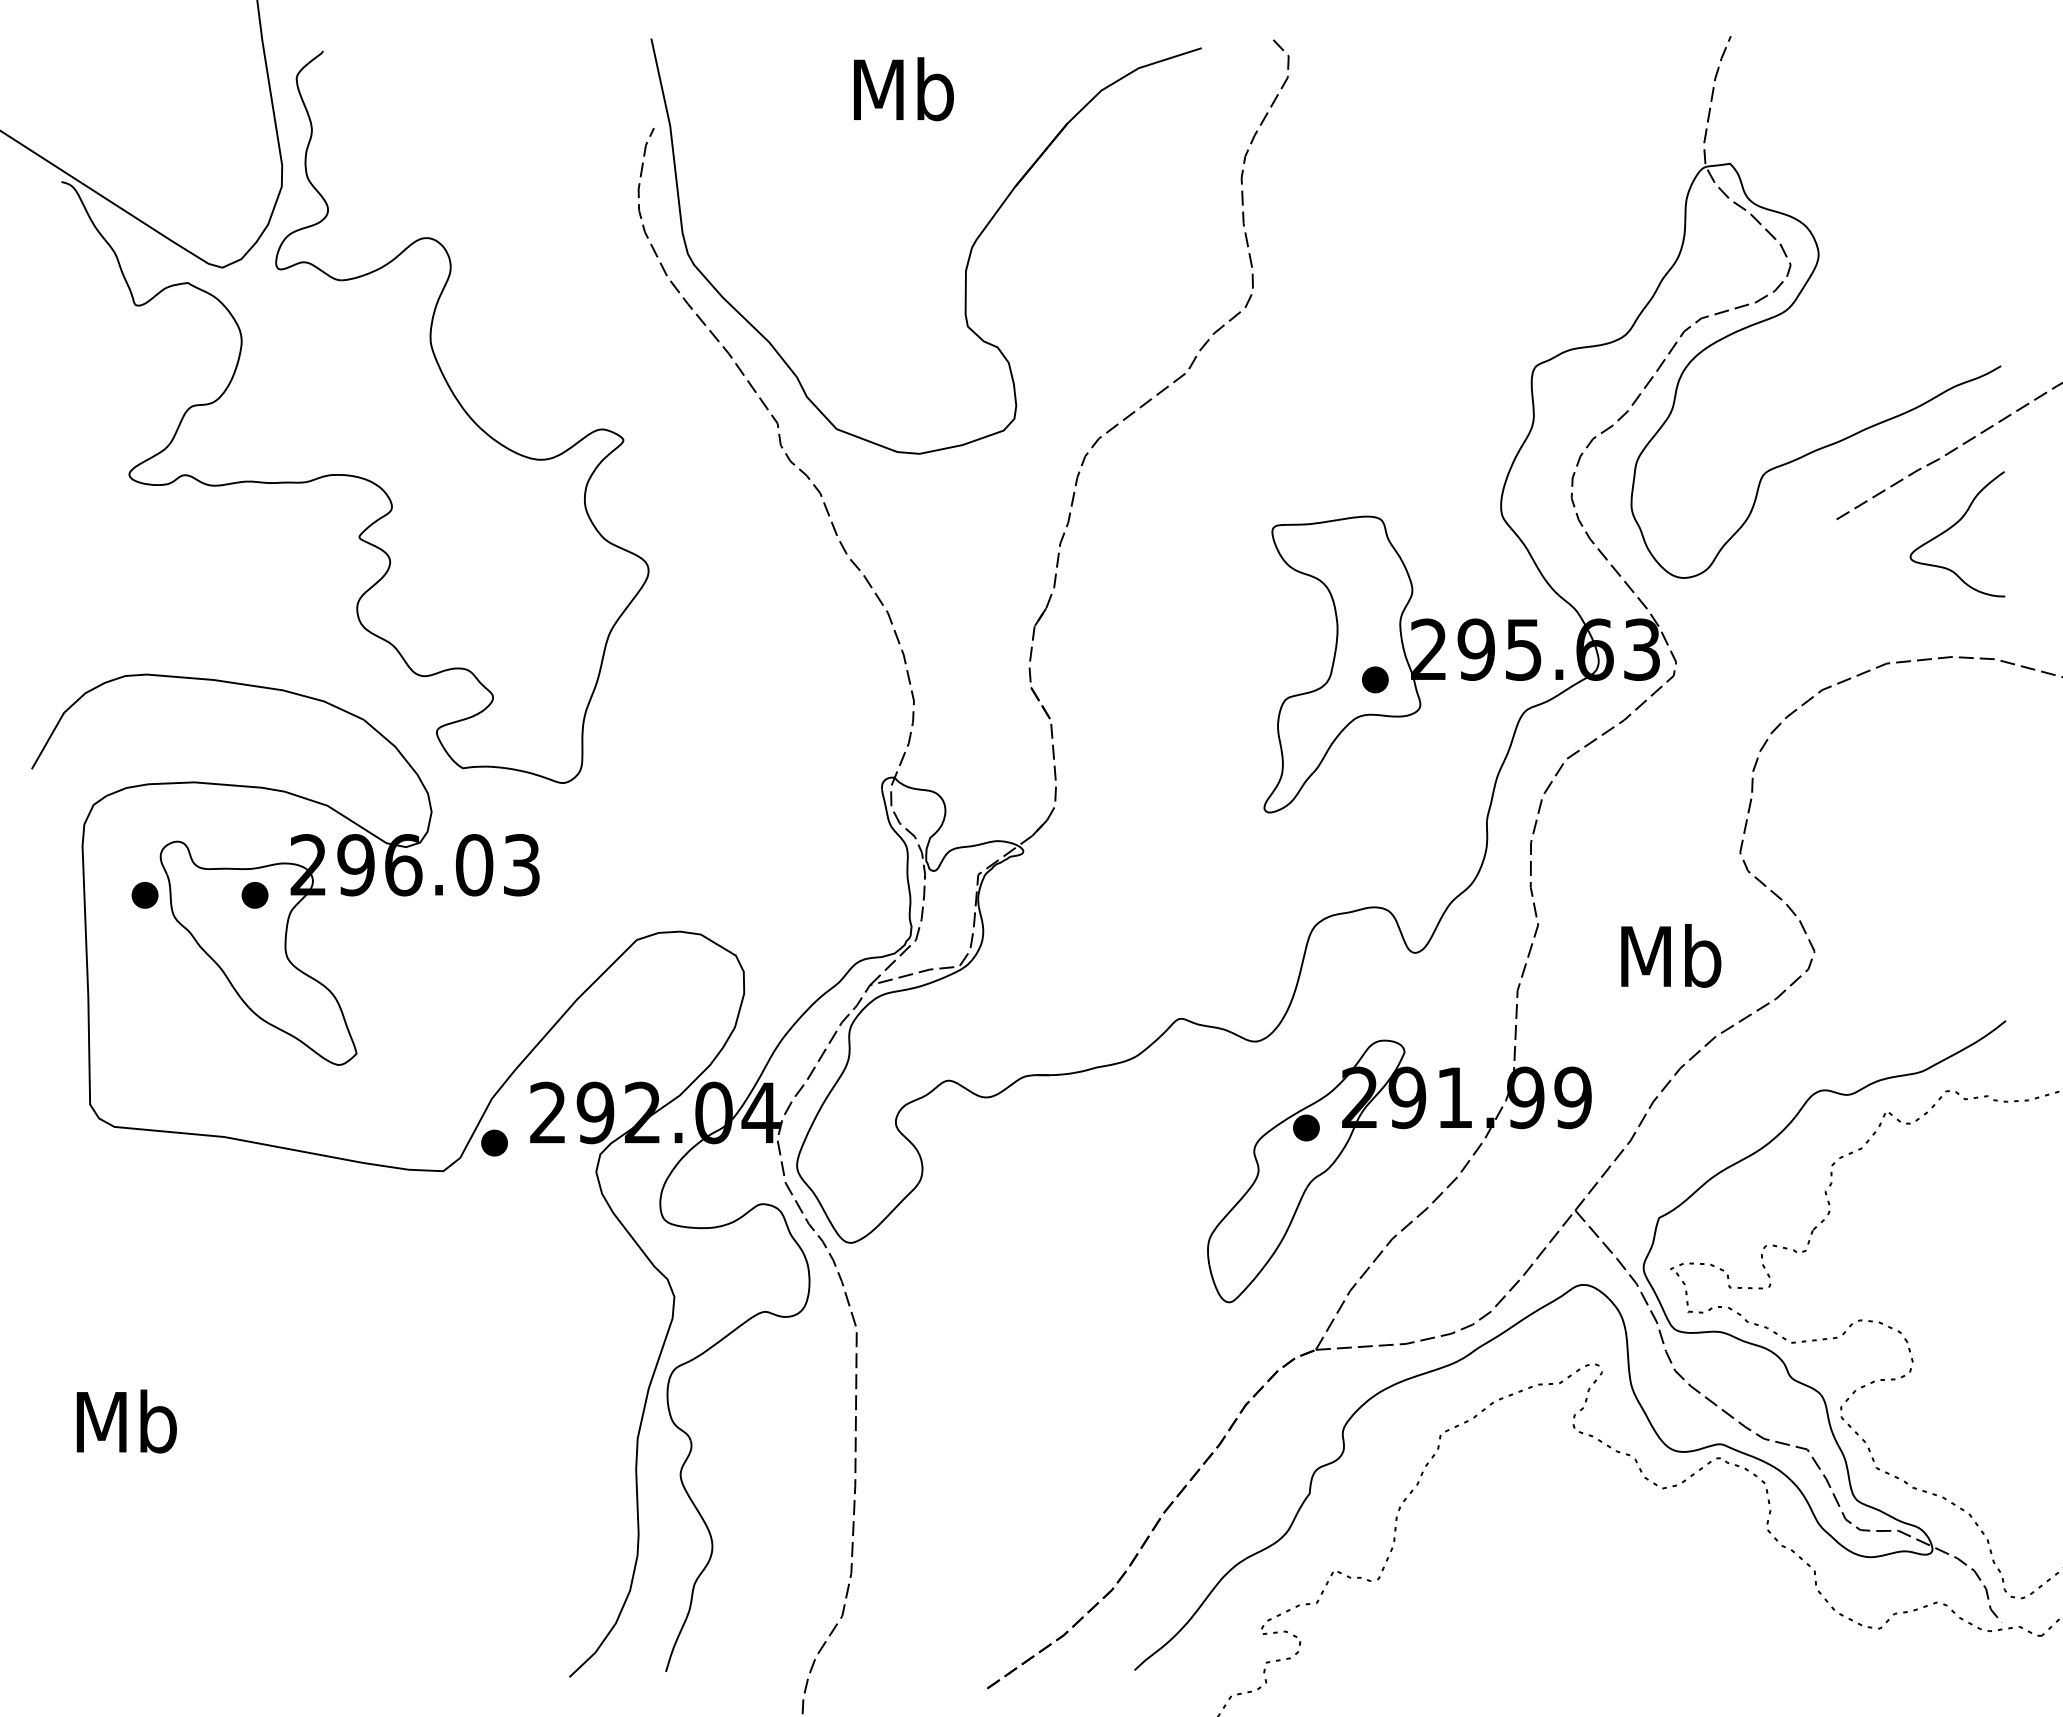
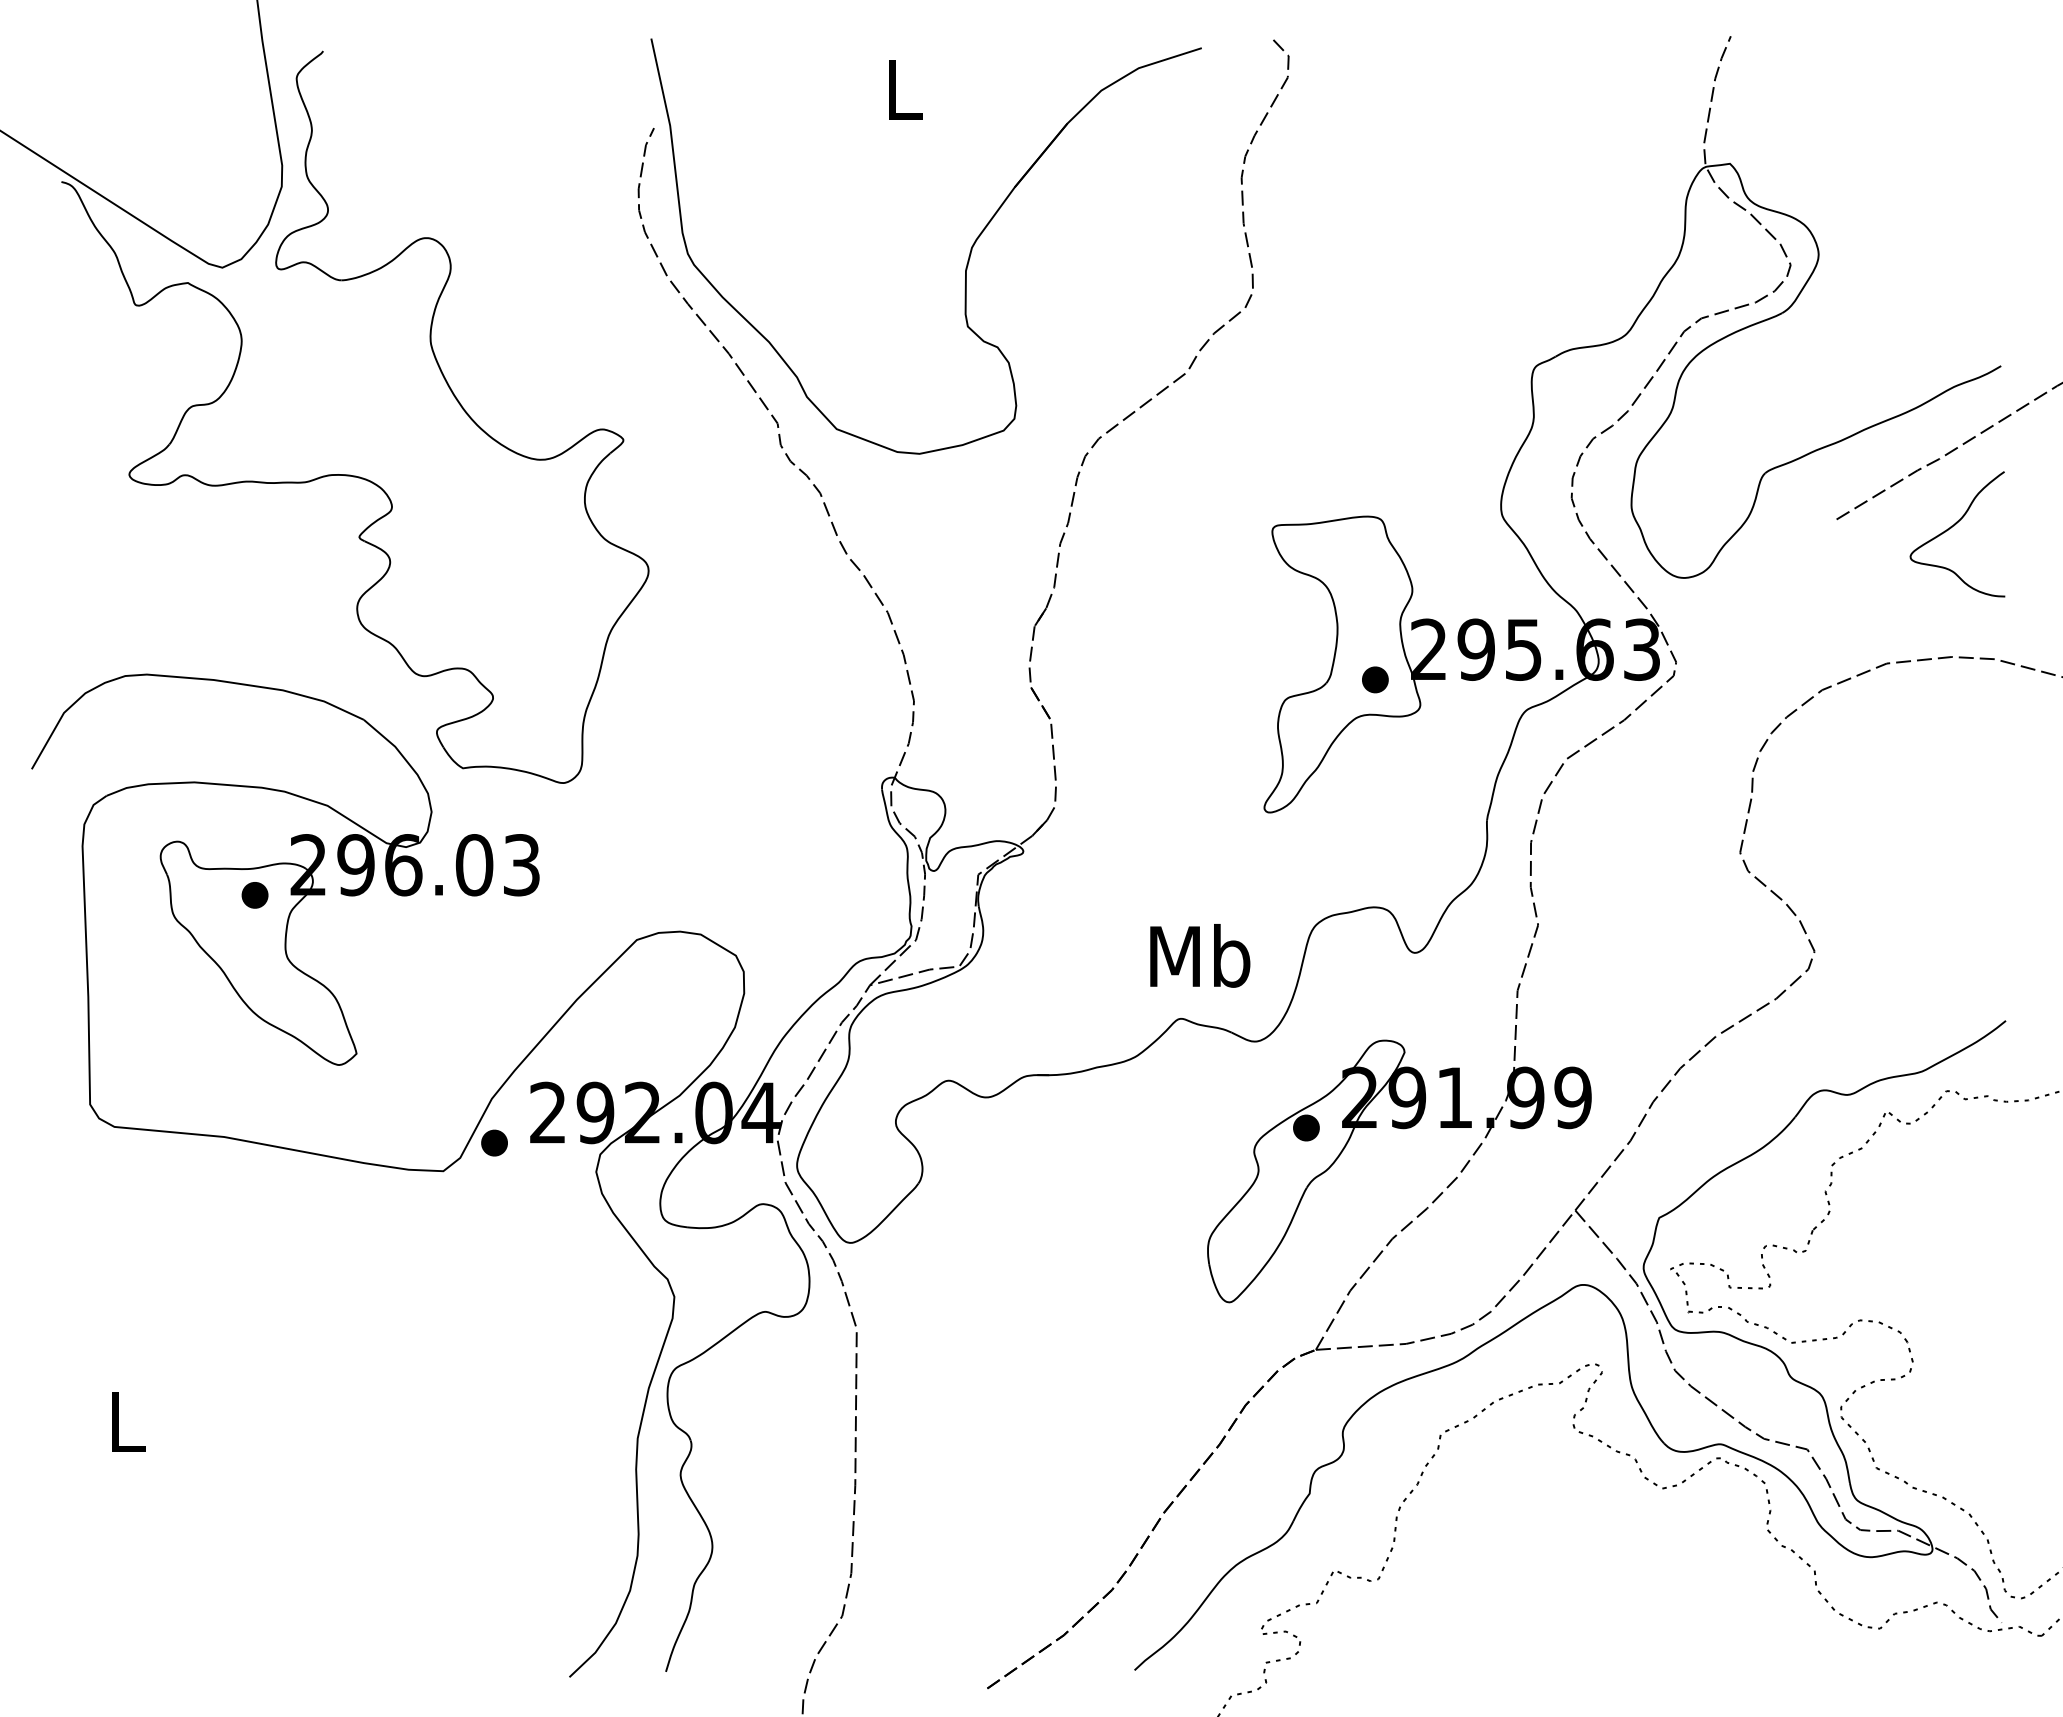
text at (903, 89): Mb -> L
part at (144, 895): present -> none
text at (1671, 955) position: (1671, 955) -> (1200, 955)
text at (126, 1421): Mb -> L
